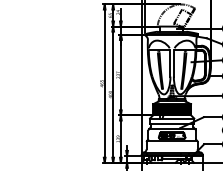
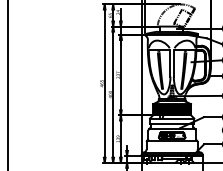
line at (8, 84): none -> present
